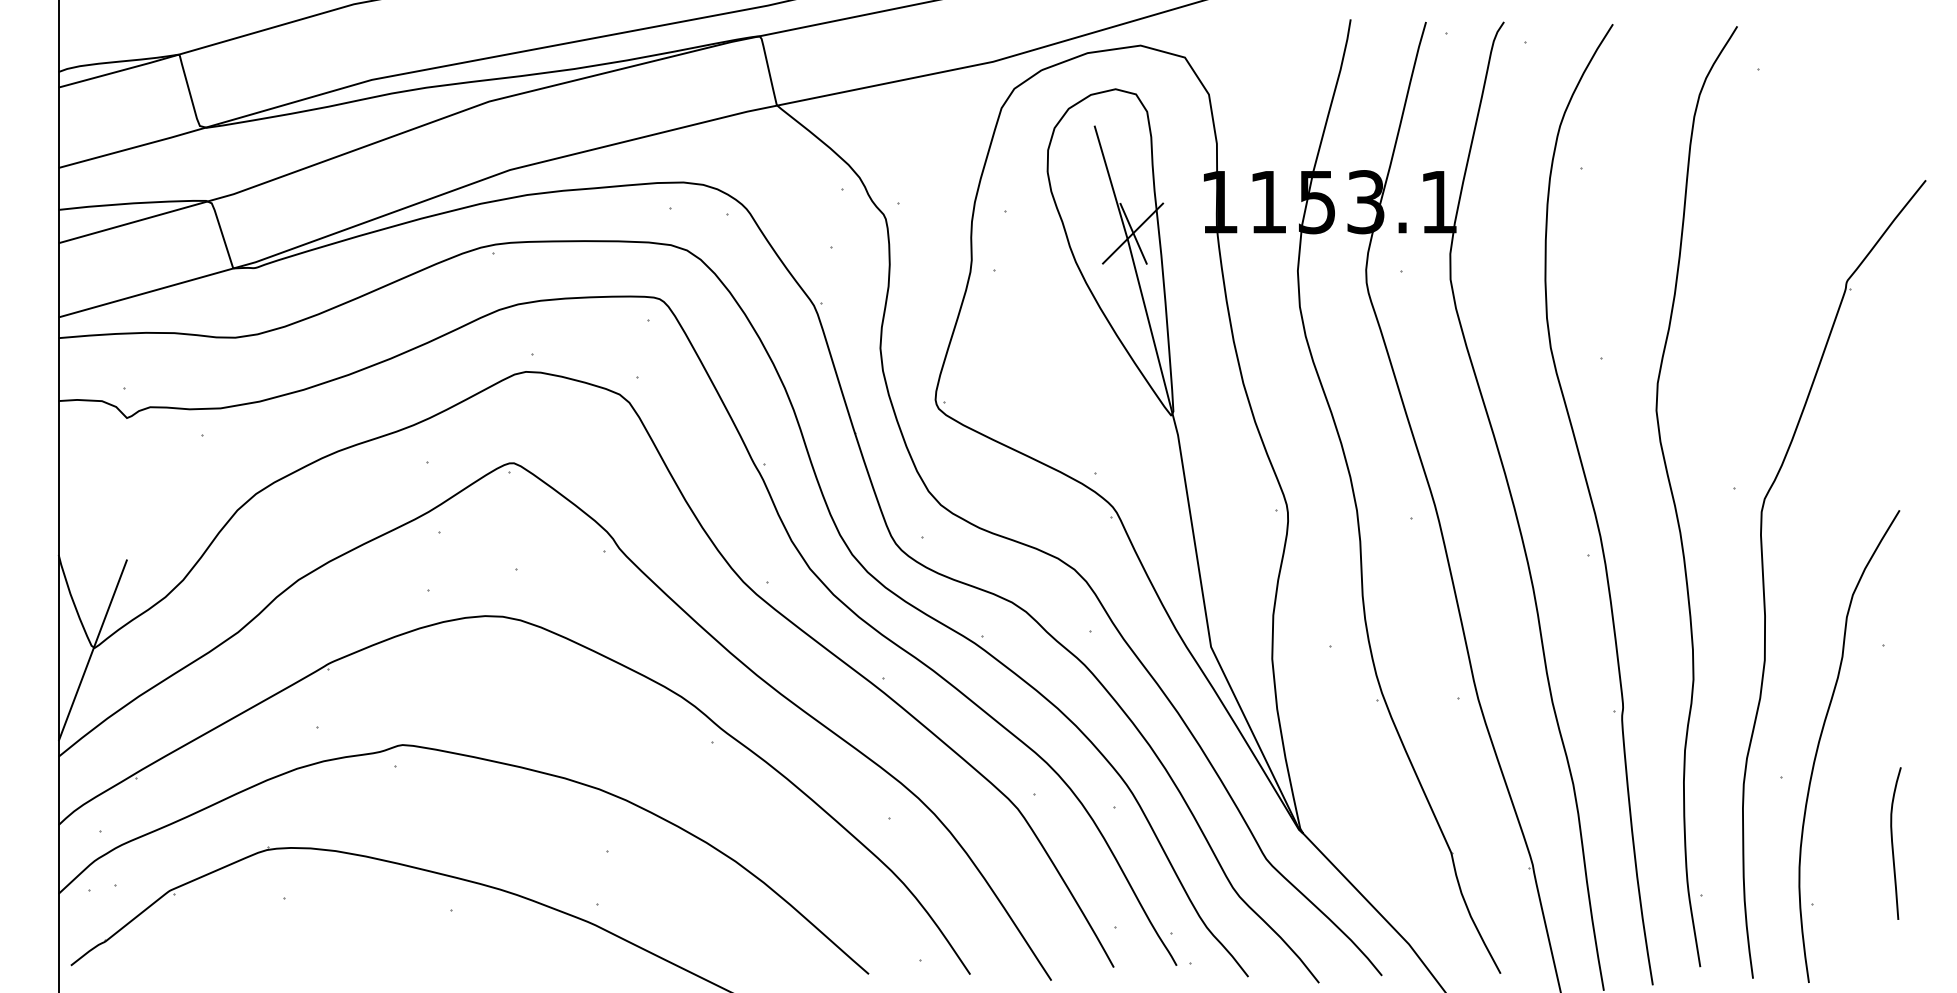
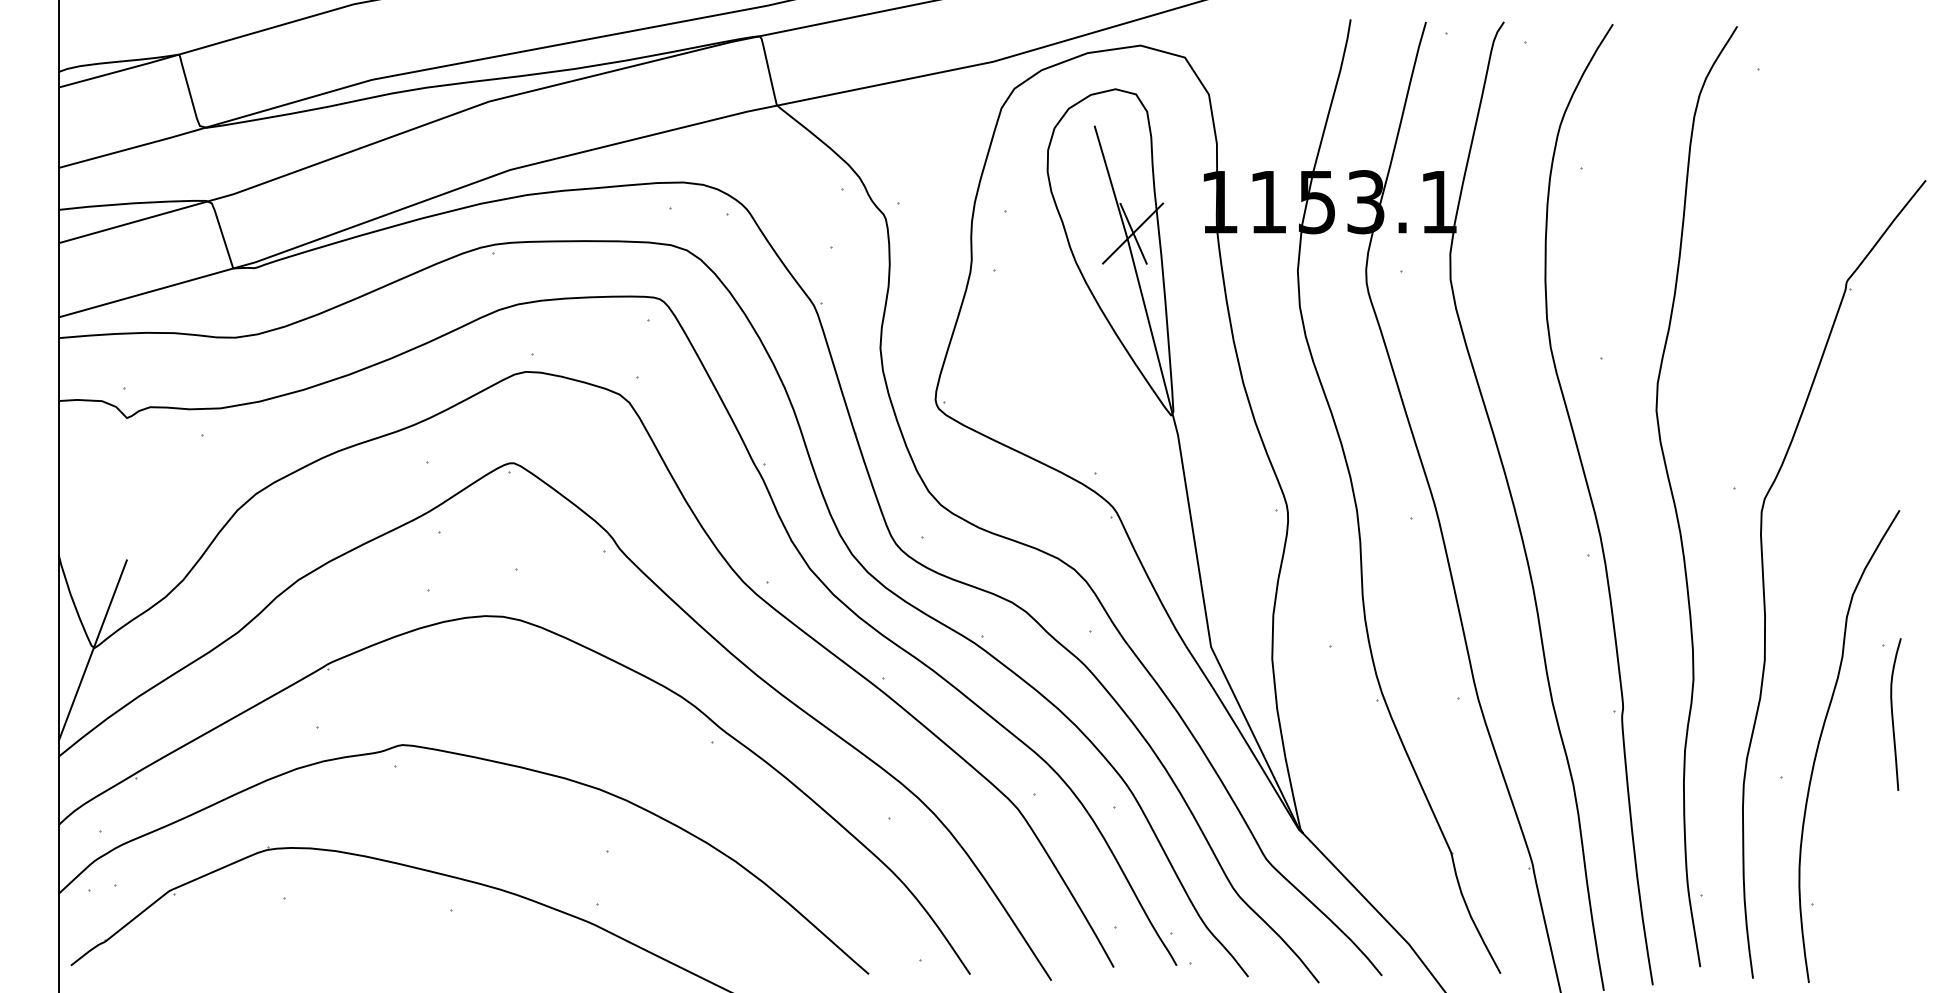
curve at (1893, 843) position: (1893, 843) -> (1893, 714)
